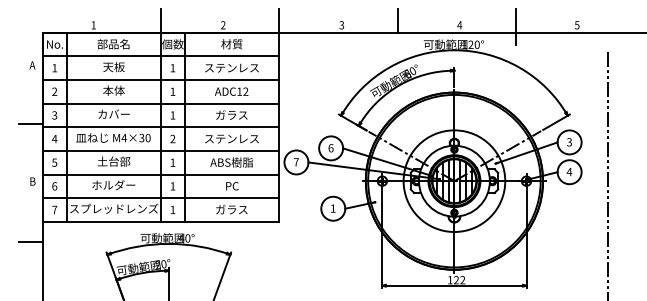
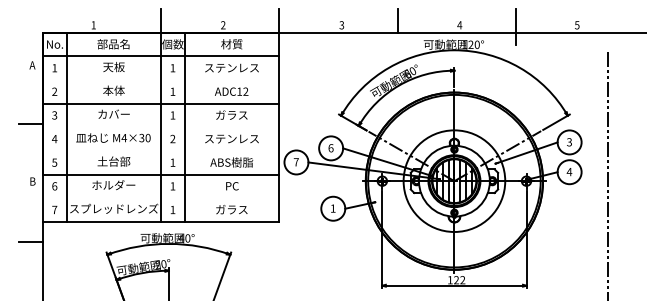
line at (161, 80): present -> none
line at (161, 127): present -> none
line at (161, 150): present -> none
line at (161, 198): present -> none
